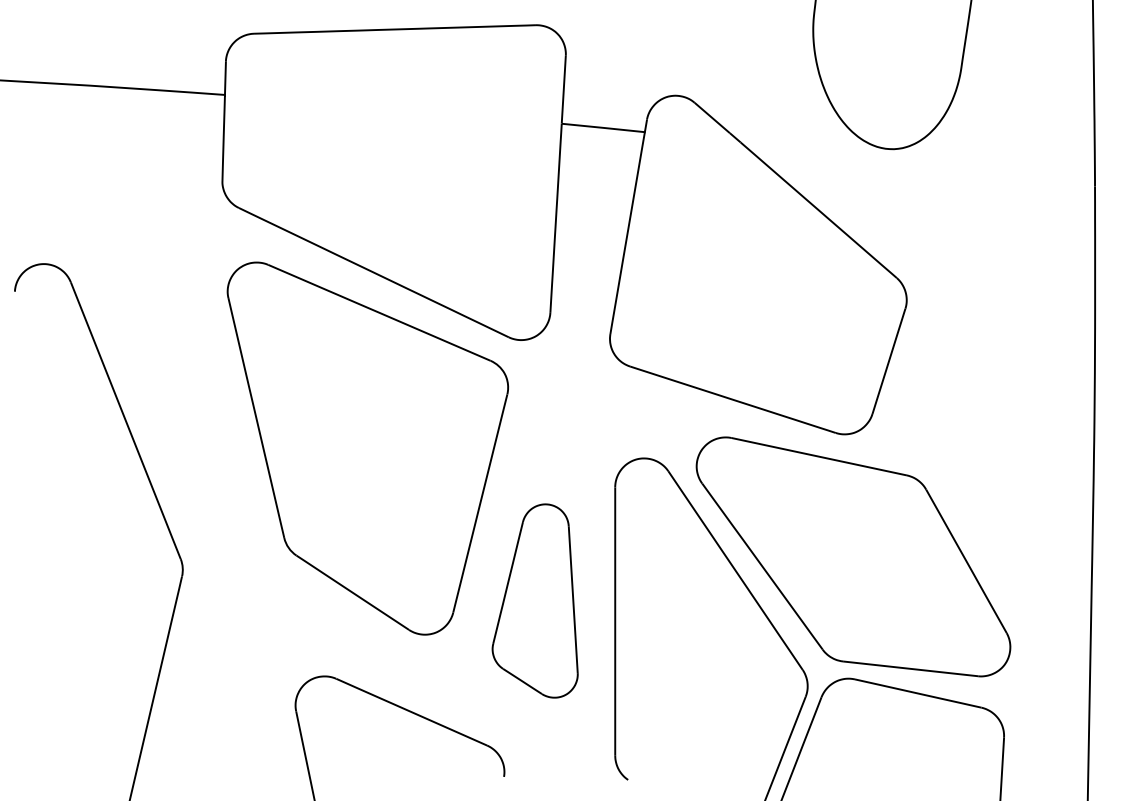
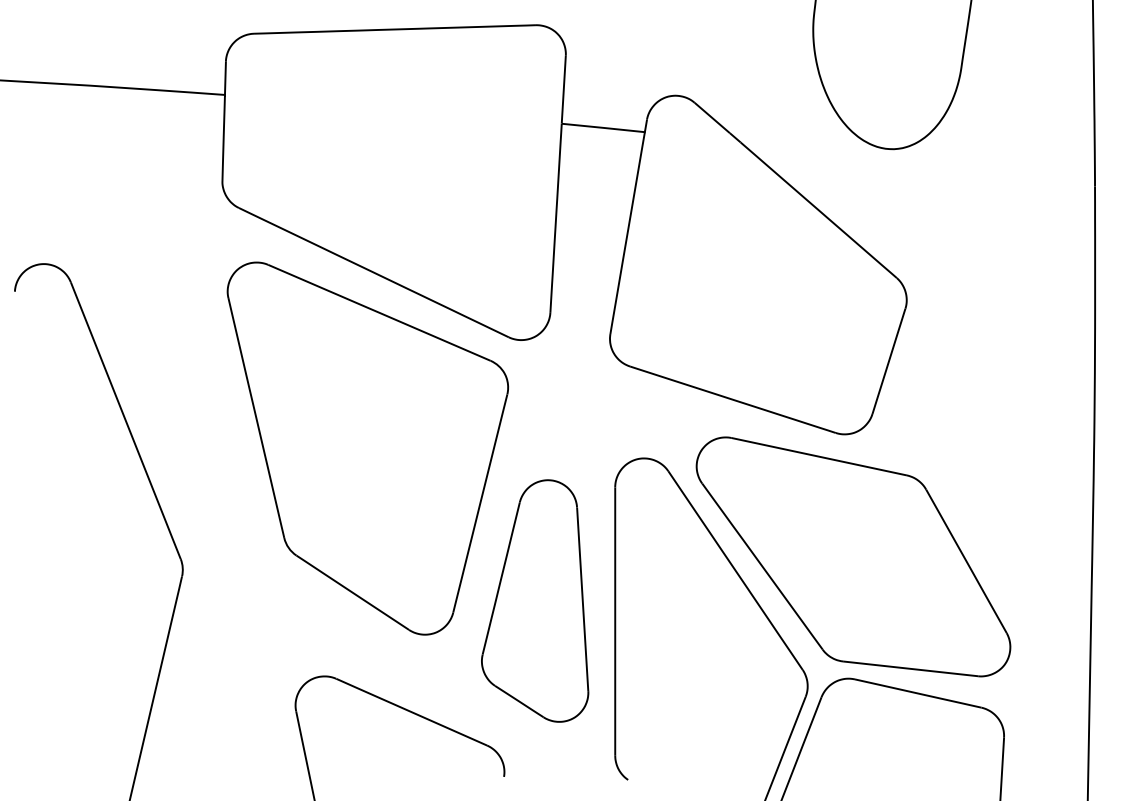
part at (534, 600) size: 88x196 px -> 109x244 px
